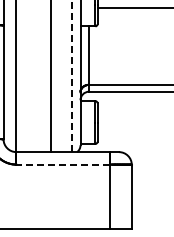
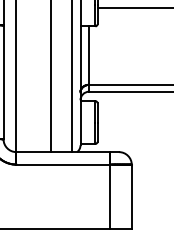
line at (72, 76): dashed -> solid
line at (62, 164): dashed -> solid
